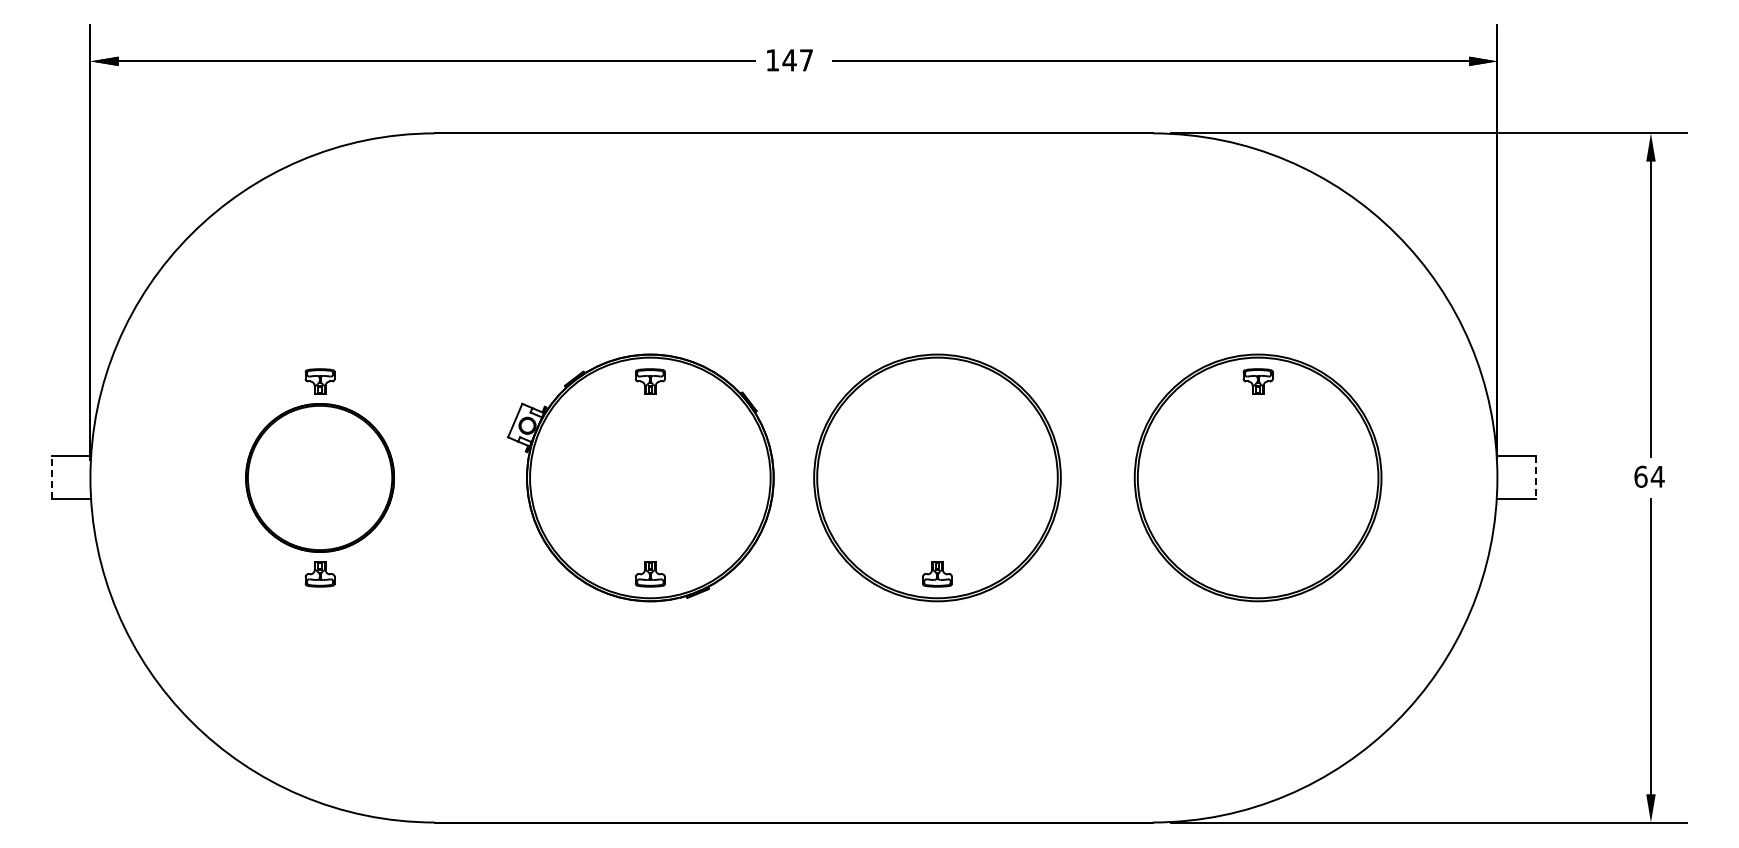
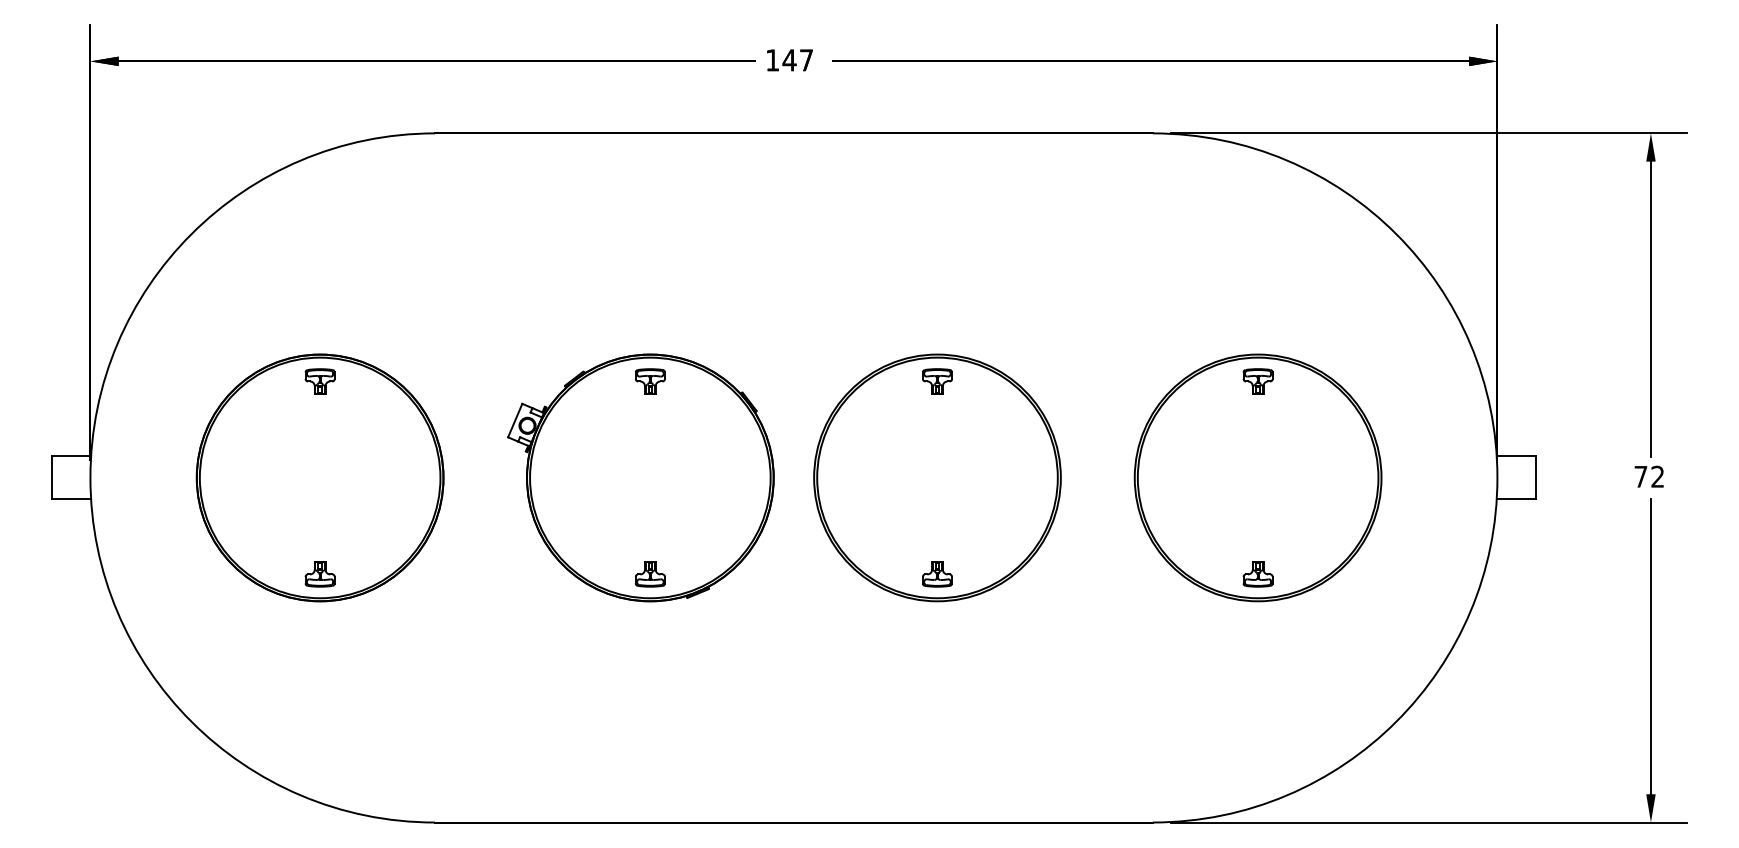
part at (937, 381): none -> present
text at (1649, 476): 64 -> 72
line at (52, 477): dashed -> solid
part at (319, 477) size: 150x150 px -> 250x250 px
line at (1535, 477): dashed -> solid
part at (1257, 574): none -> present
